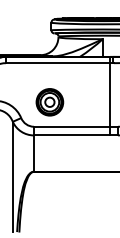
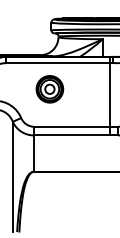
part at (49, 102) position: (49, 102) -> (49, 89)
